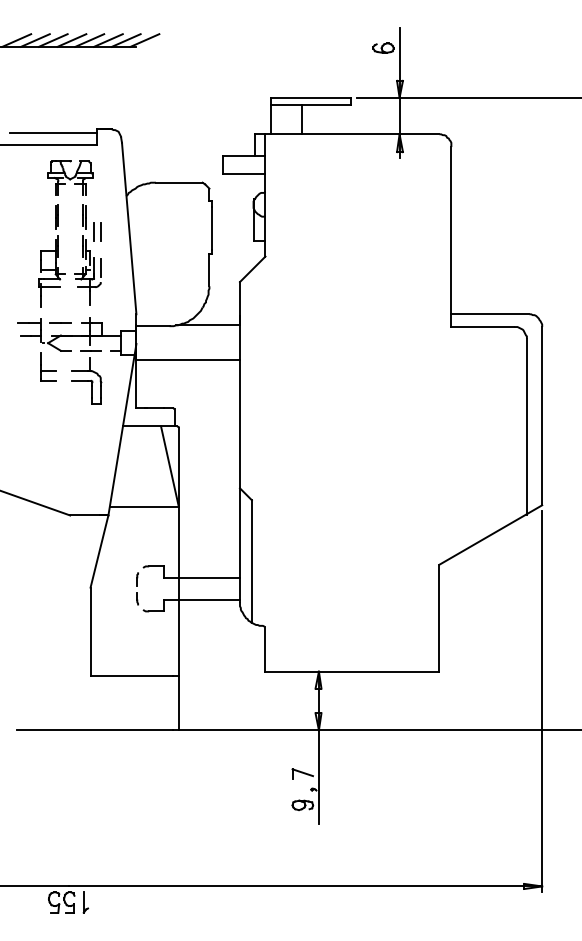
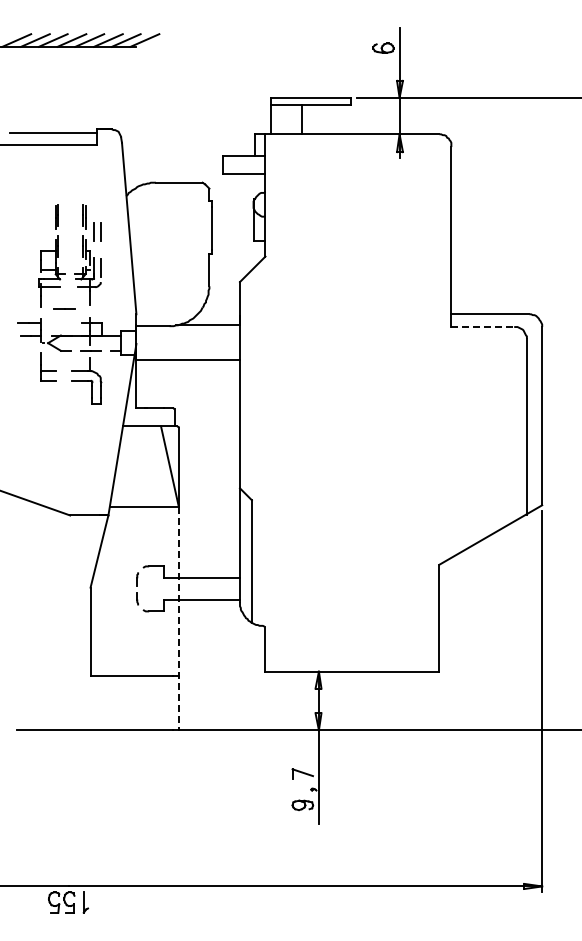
part at (70, 177): present -> none
line at (60, 322) position: (60, 322) -> (64, 308)
line at (483, 327): solid -> dashed
line at (178, 618): solid -> dashed
